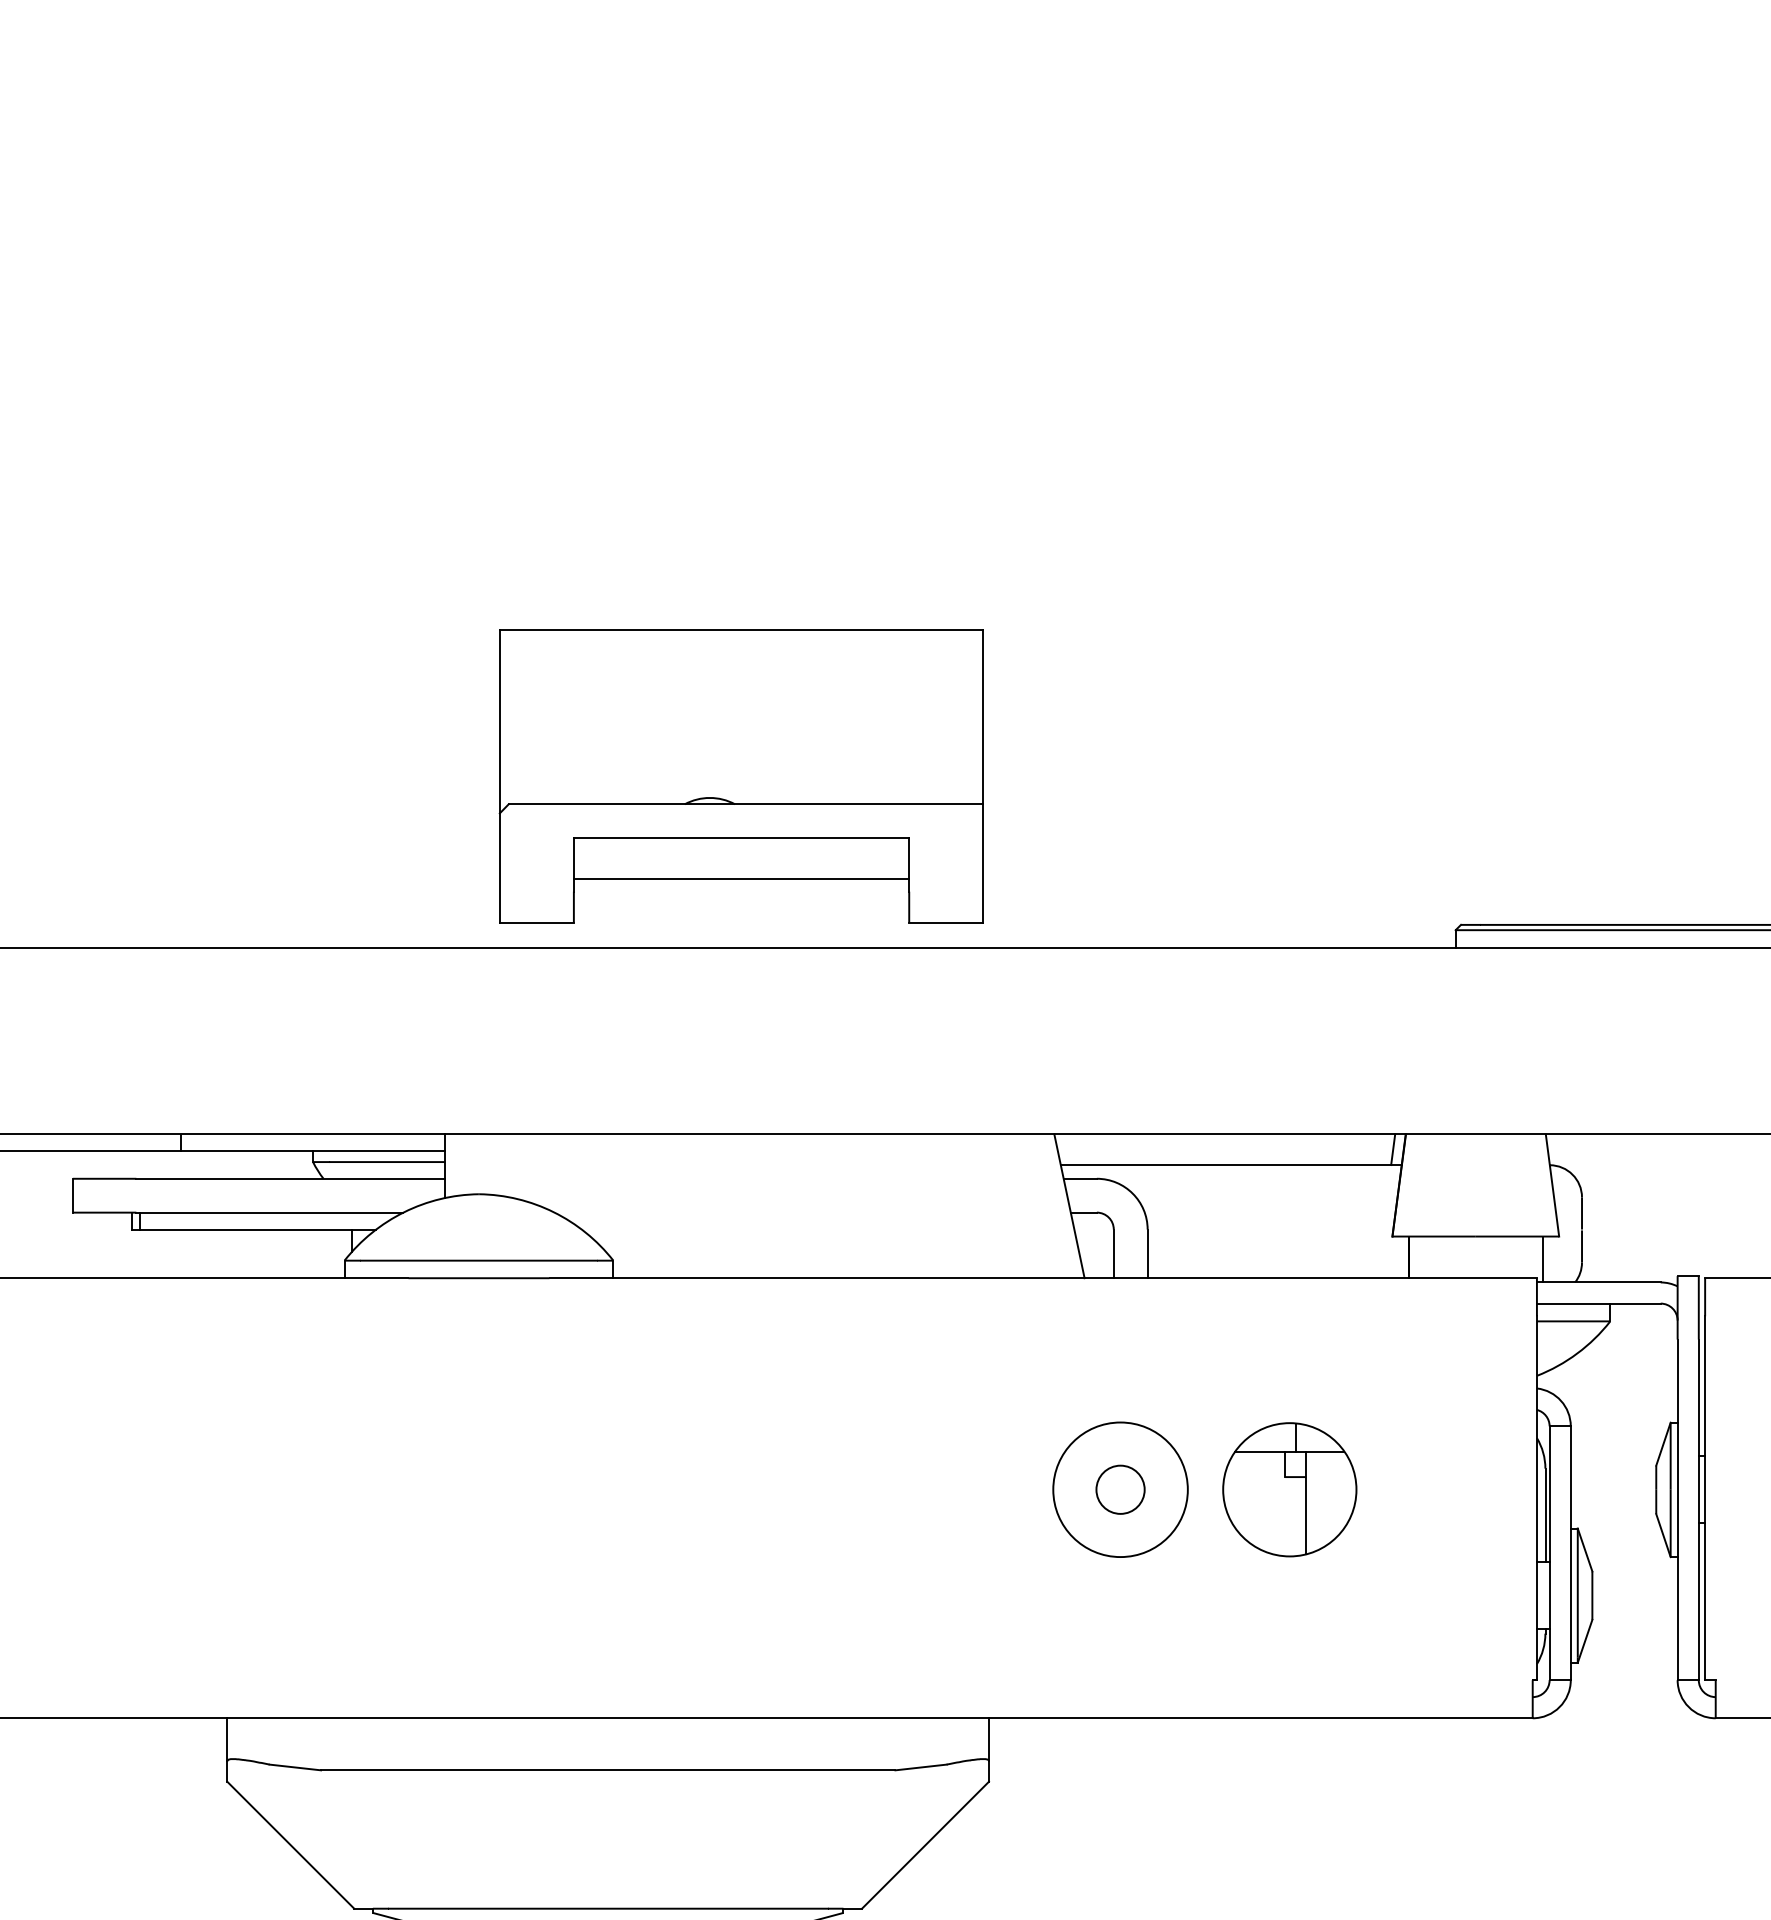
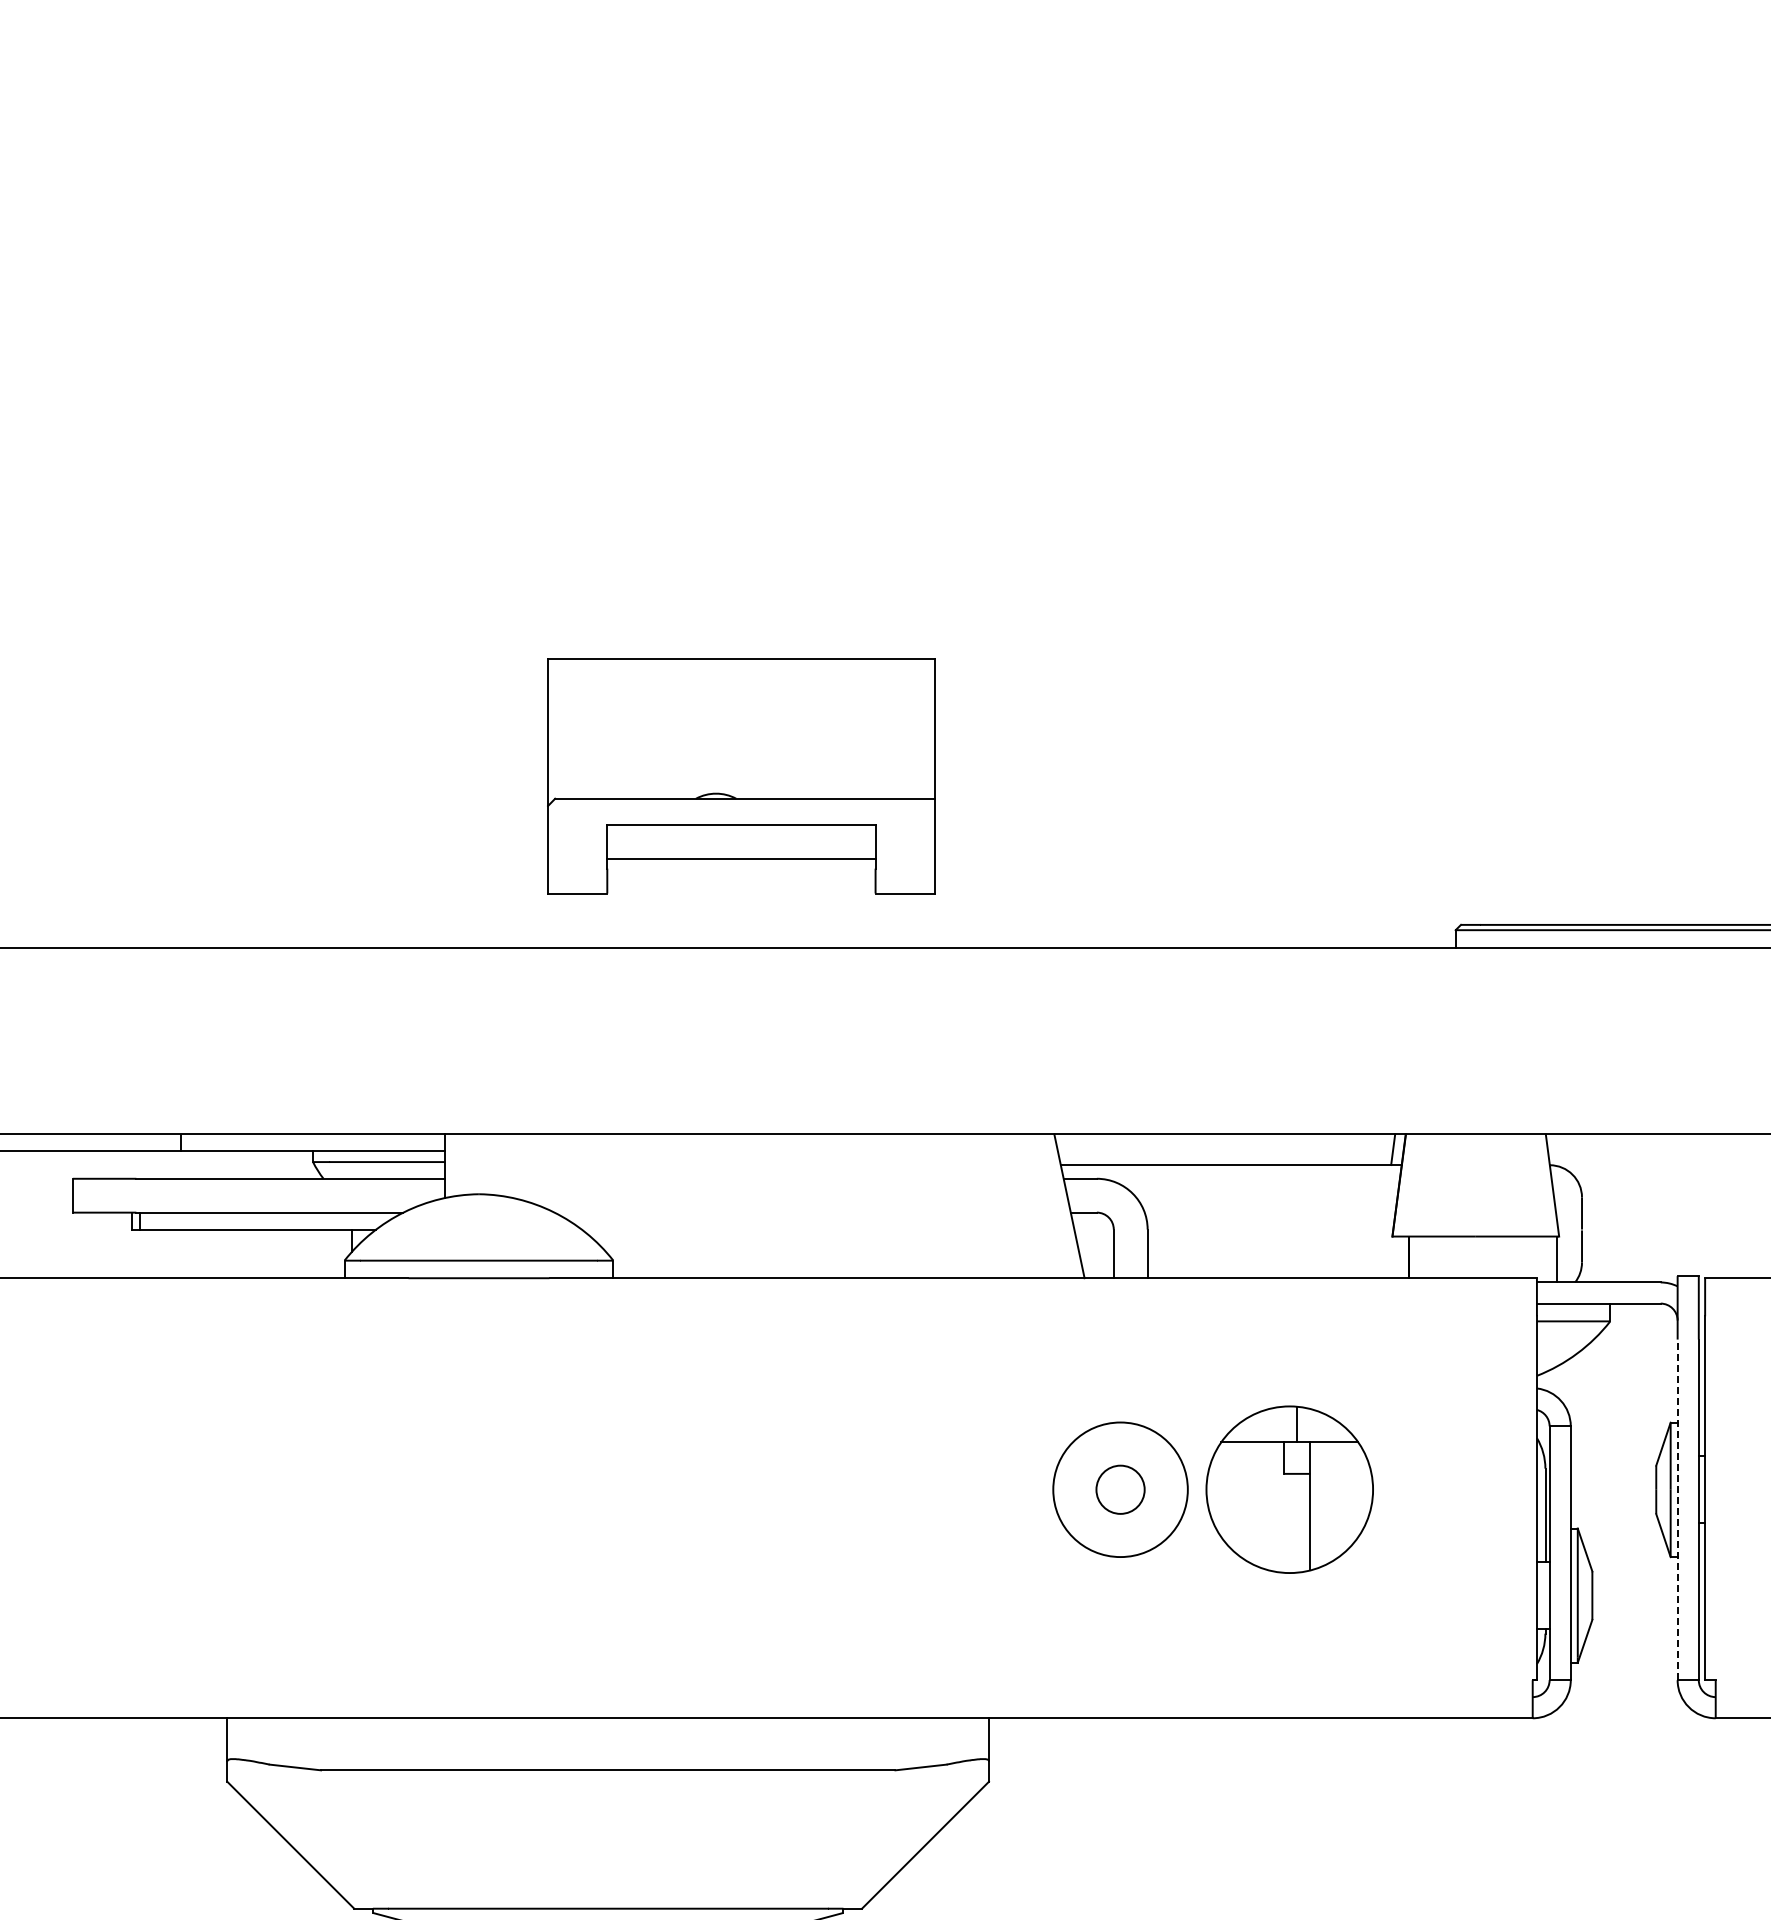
part at (740, 776) size: 486x295 px -> 389x237 px
line at (1543, 1259) position: (1543, 1259) -> (1557, 1259)
part at (1289, 1489) size: 136x136 px -> 169x169 px
line at (1677, 1509): solid -> dashed
